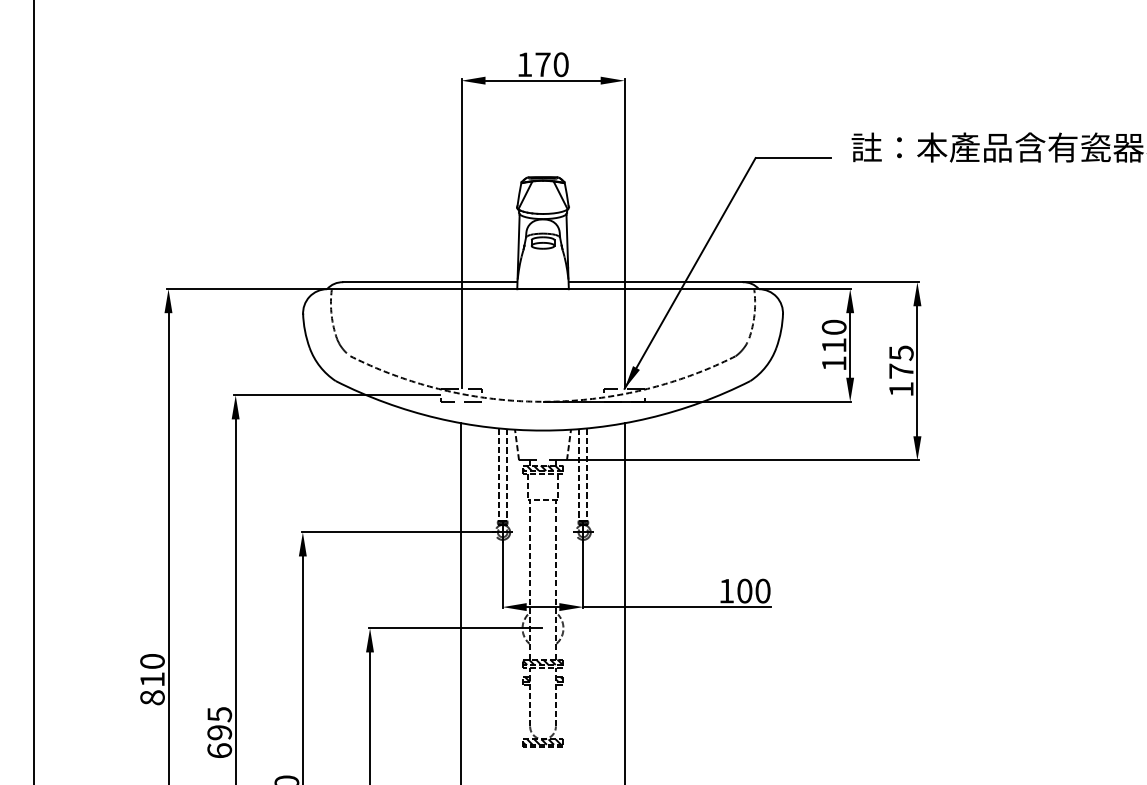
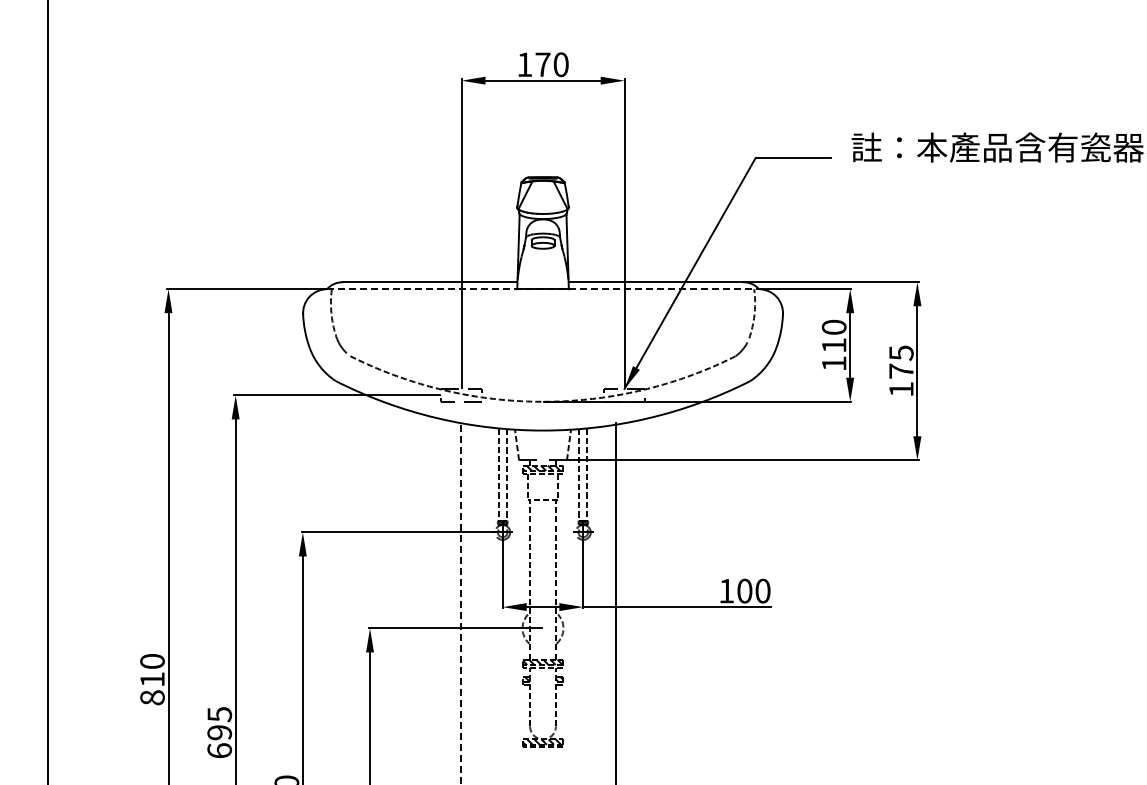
line at (543, 289): solid -> dashed
line at (34, 391) position: (34, 391) -> (48, 391)
line at (624, 602) position: (624, 602) -> (615, 602)
line at (461, 603): solid -> dashed
